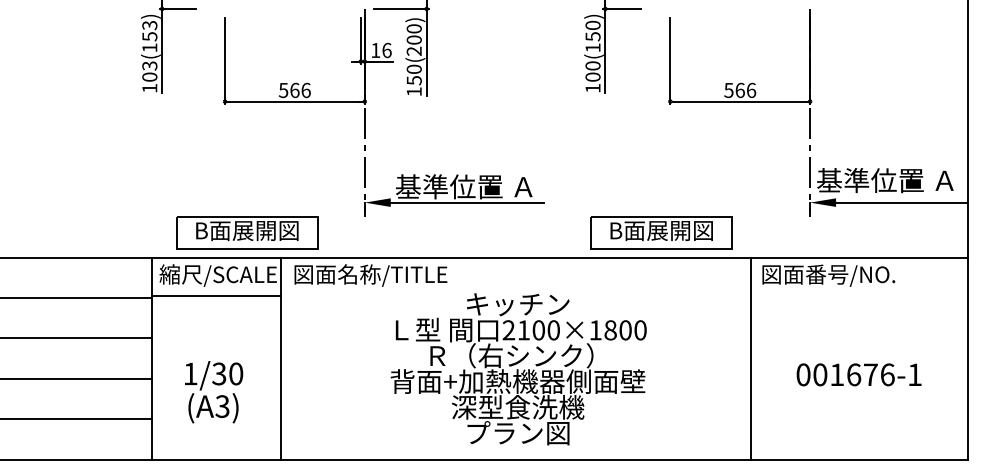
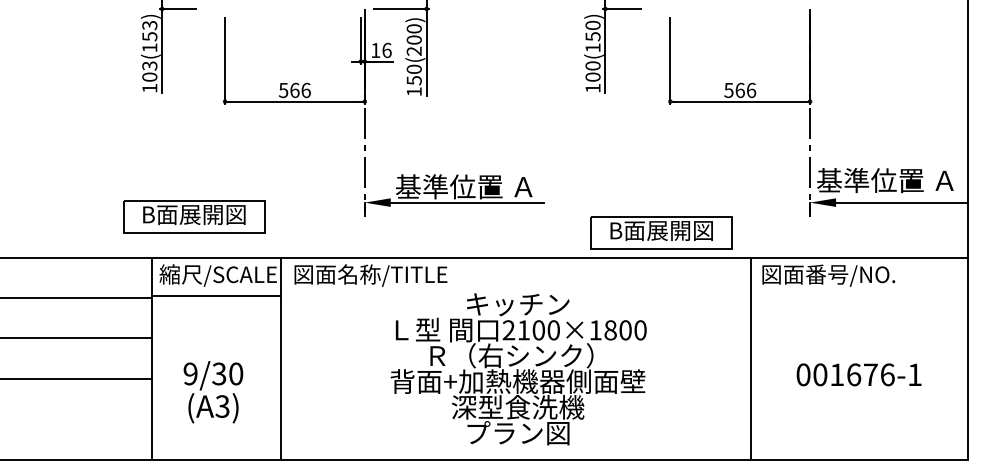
part at (247, 232) position: (247, 232) -> (194, 216)
text at (190, 373): 1/30 -> 9/30
line at (76, 419): present -> none
